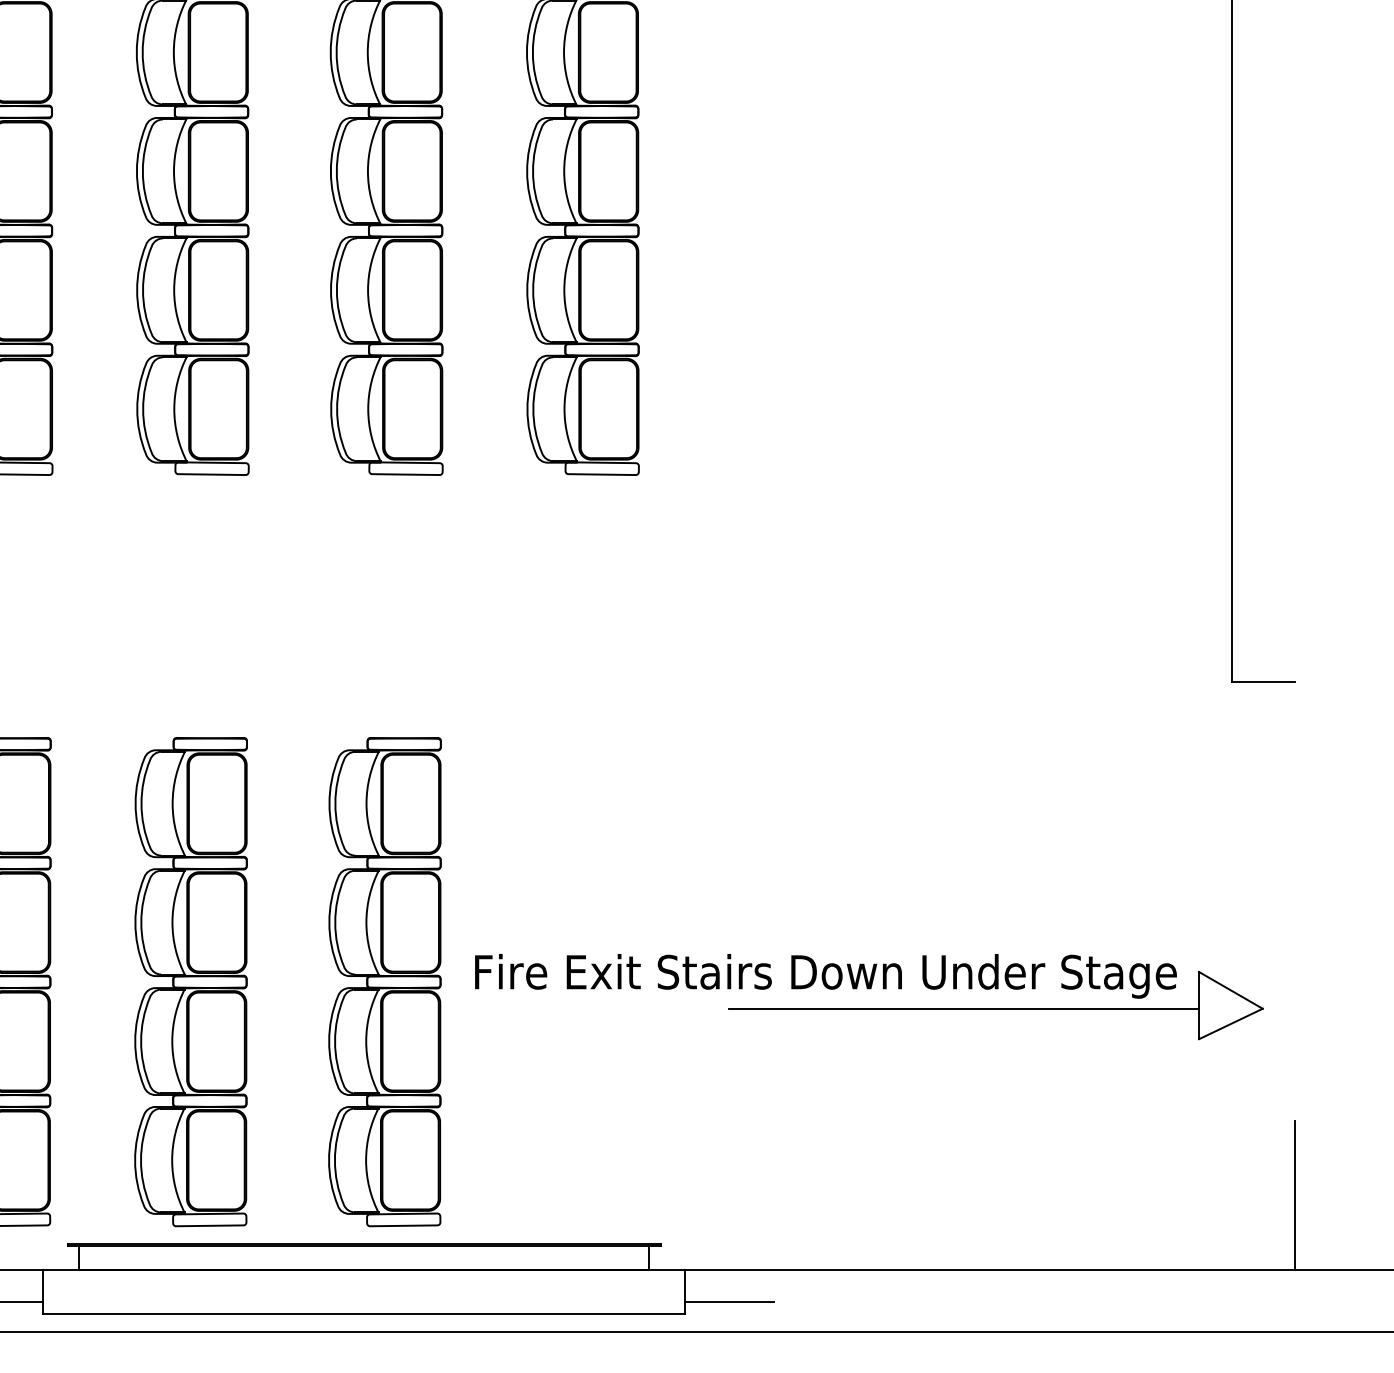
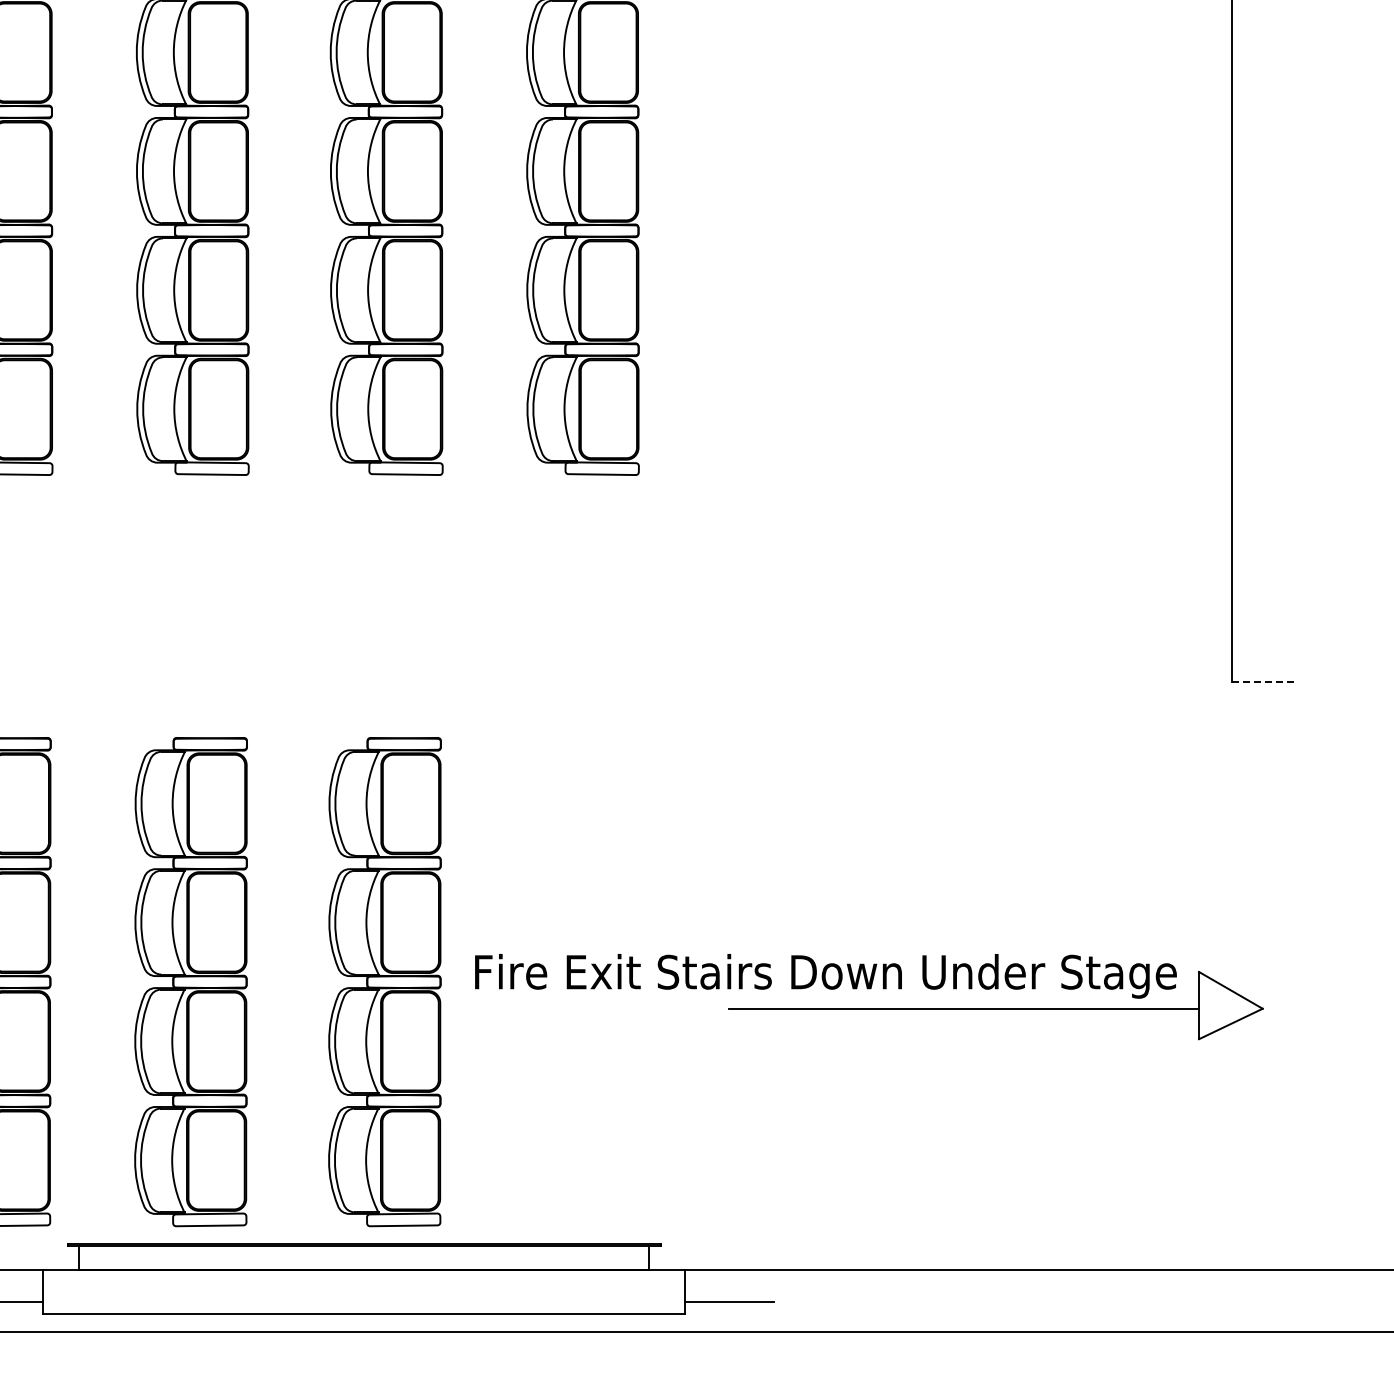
line at (1264, 682): solid -> dashed
line at (1294, 1194): present -> none
